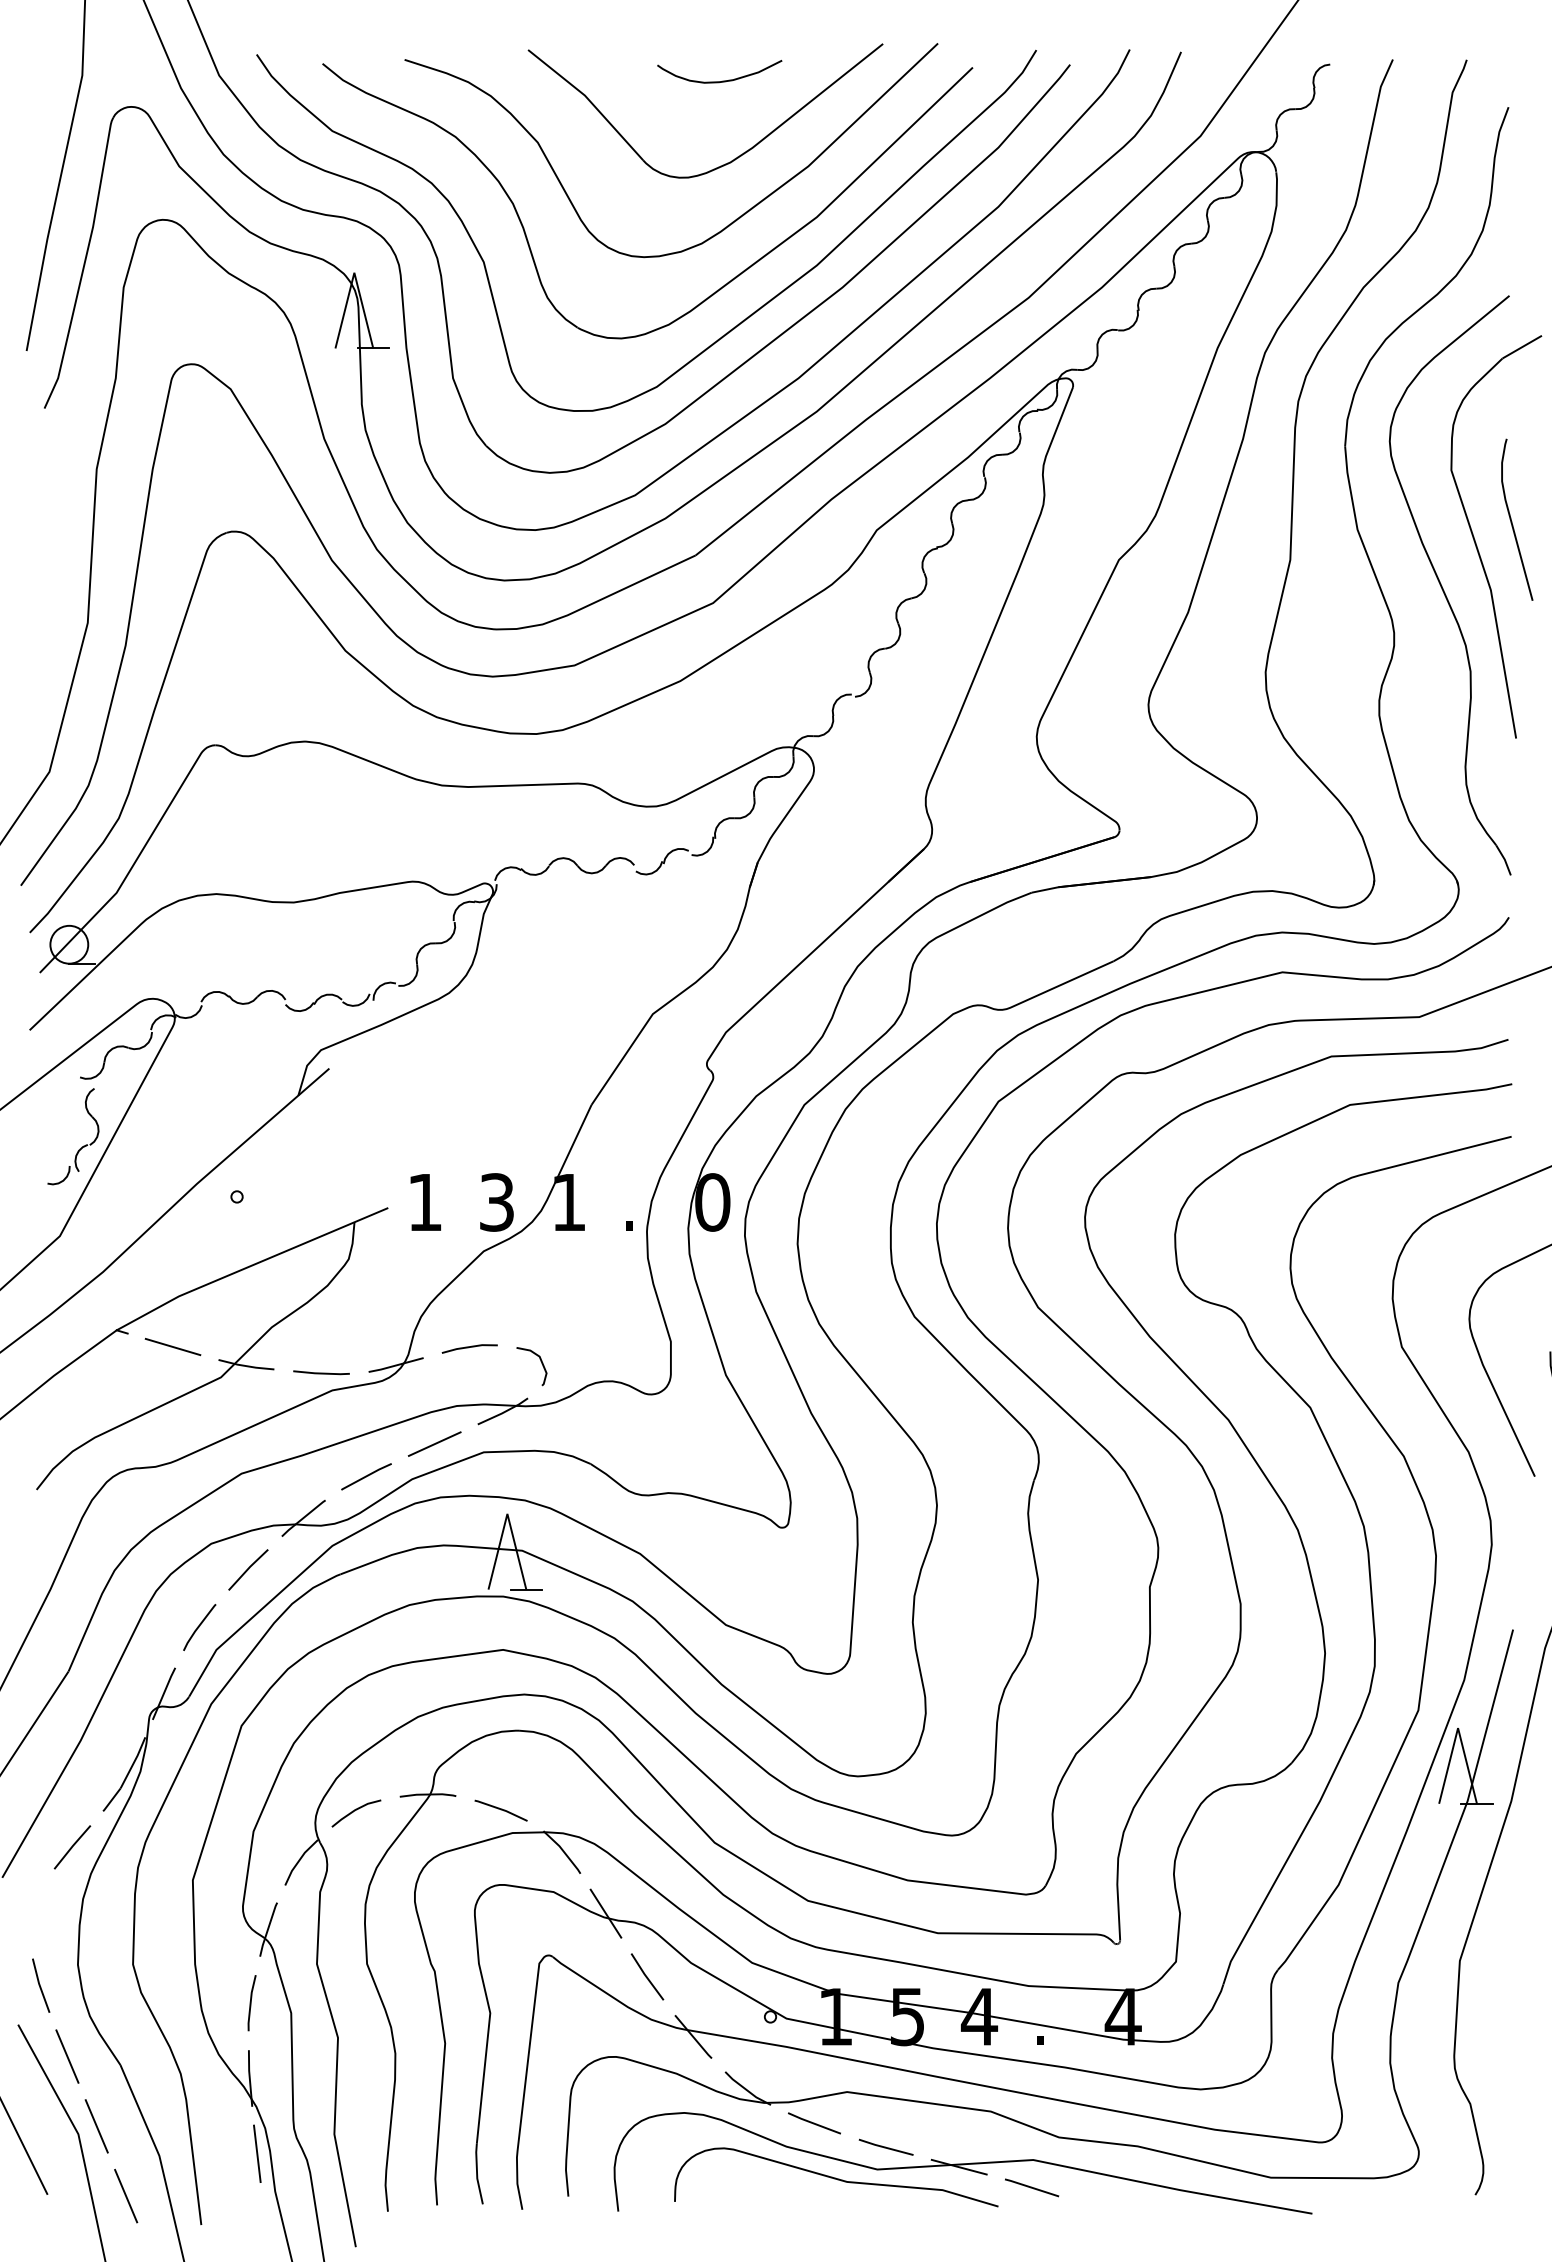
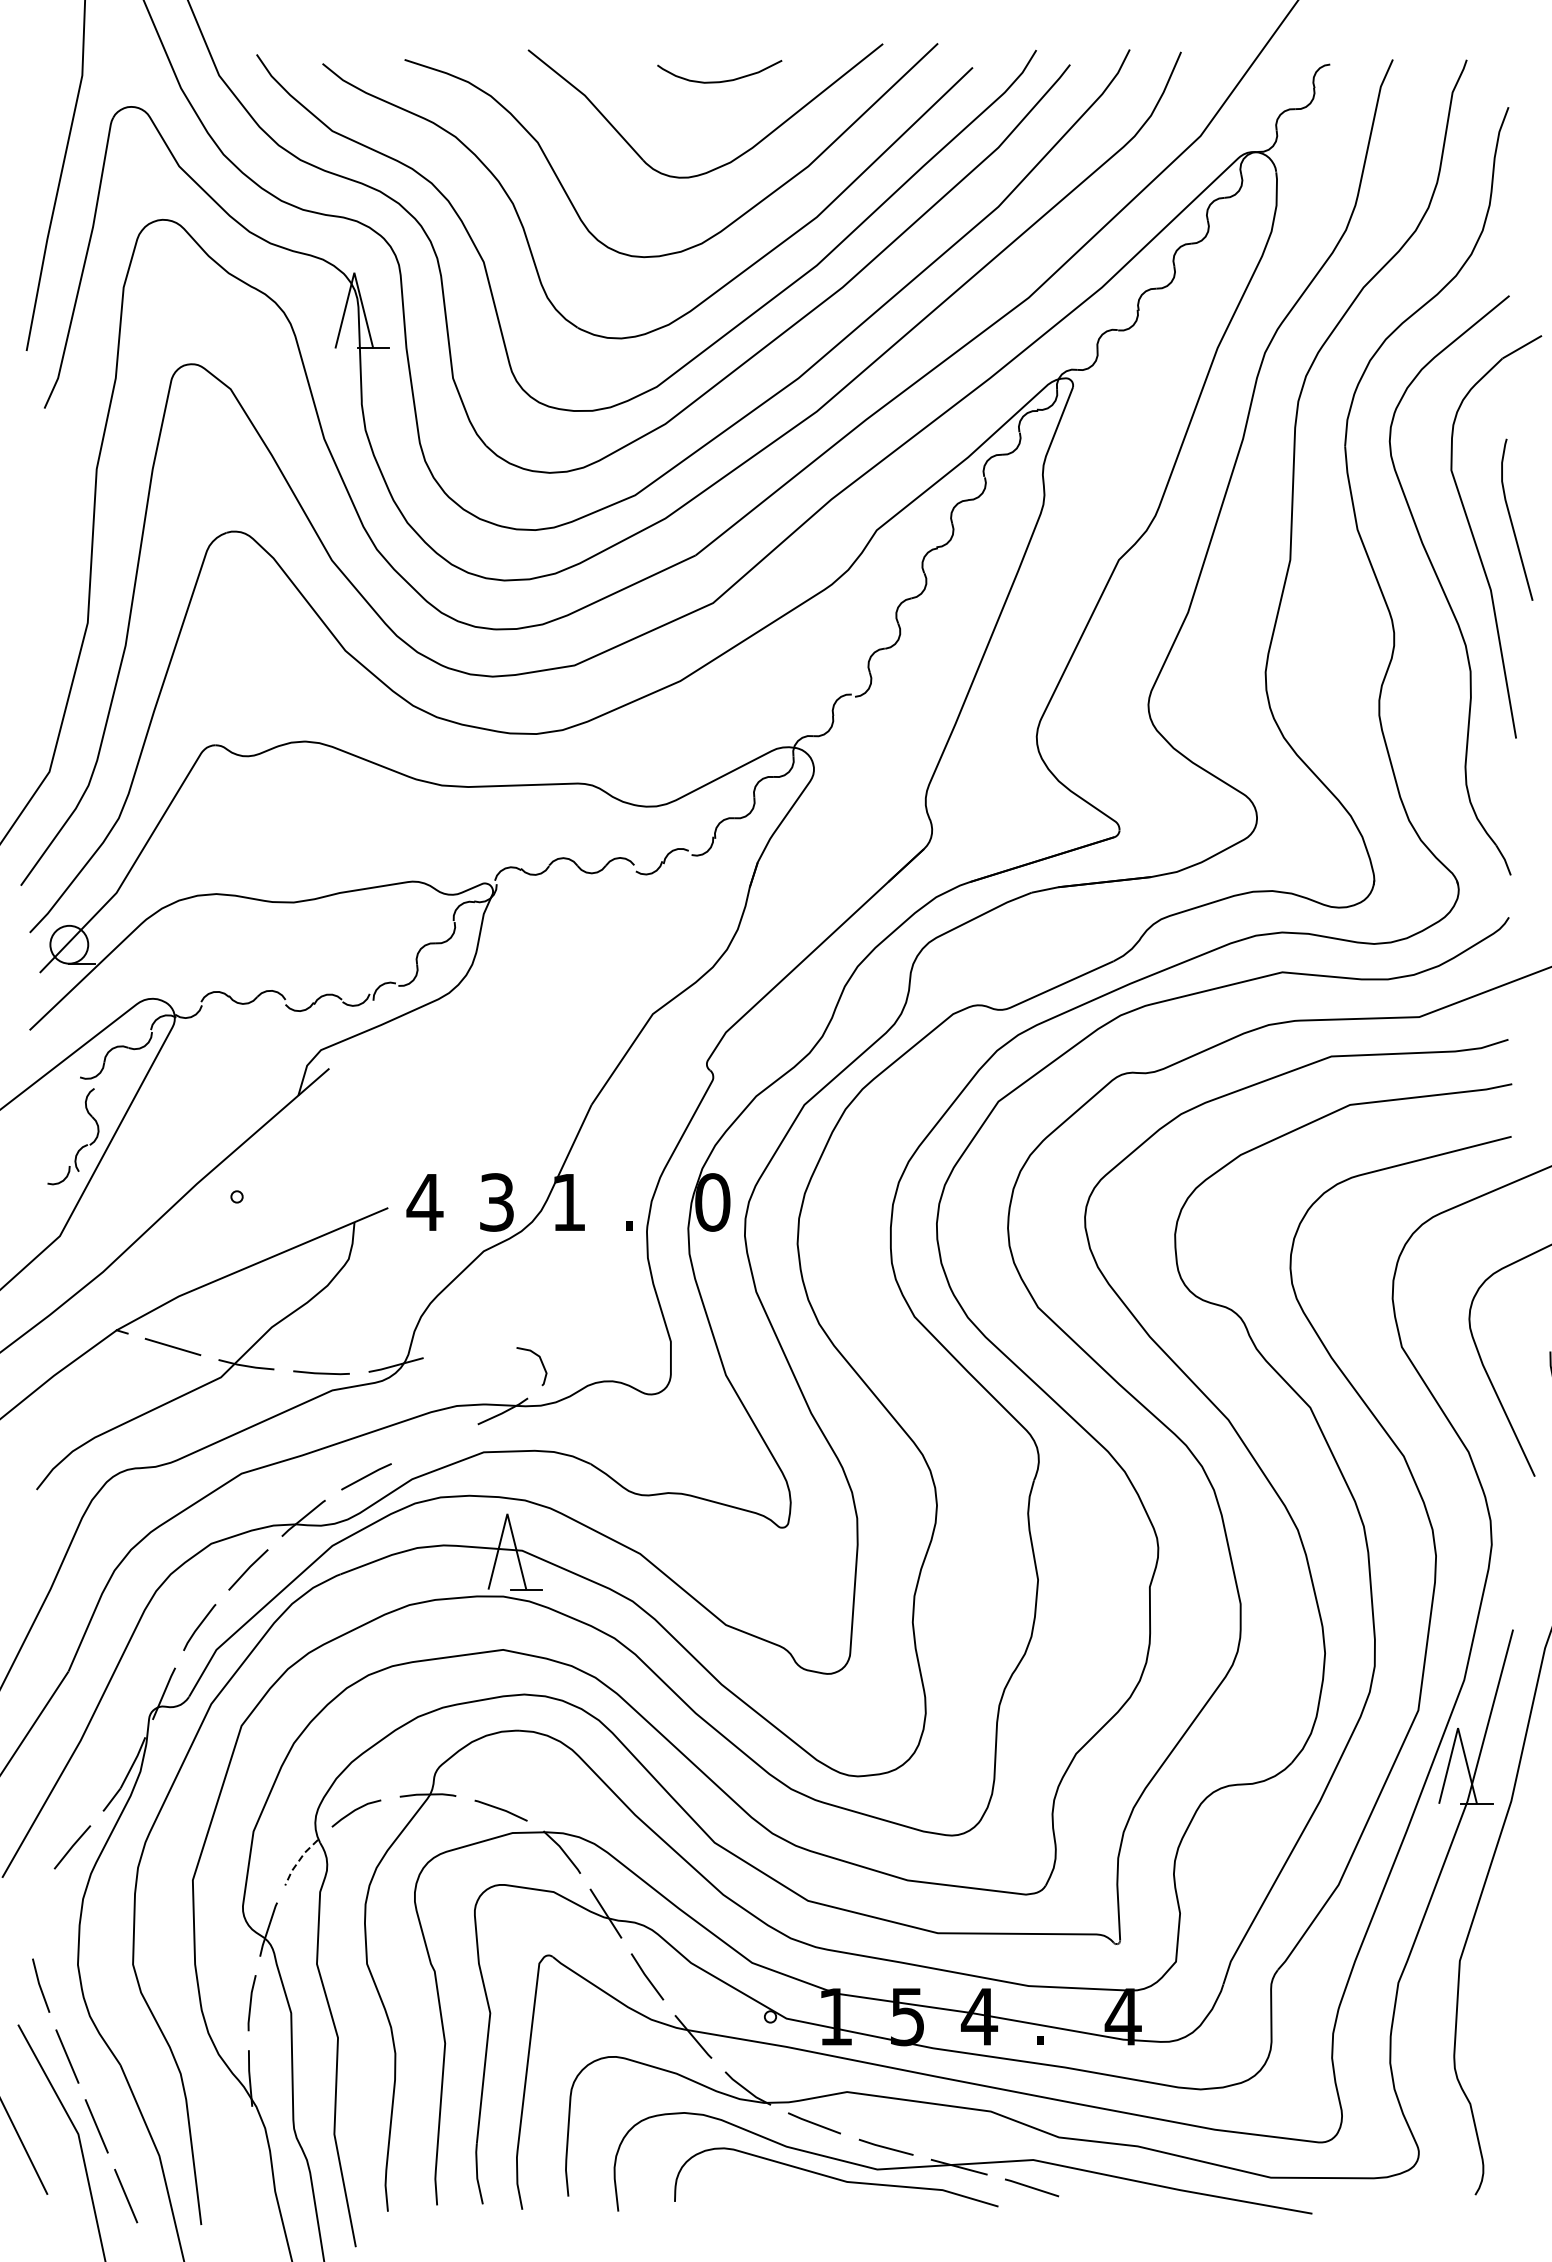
text at (424, 1202): 1 -> 4
line at (469, 1347): present -> none
line at (434, 1443): present -> none
line at (298, 1861): solid -> dashed
line at (257, 2153): present -> none
